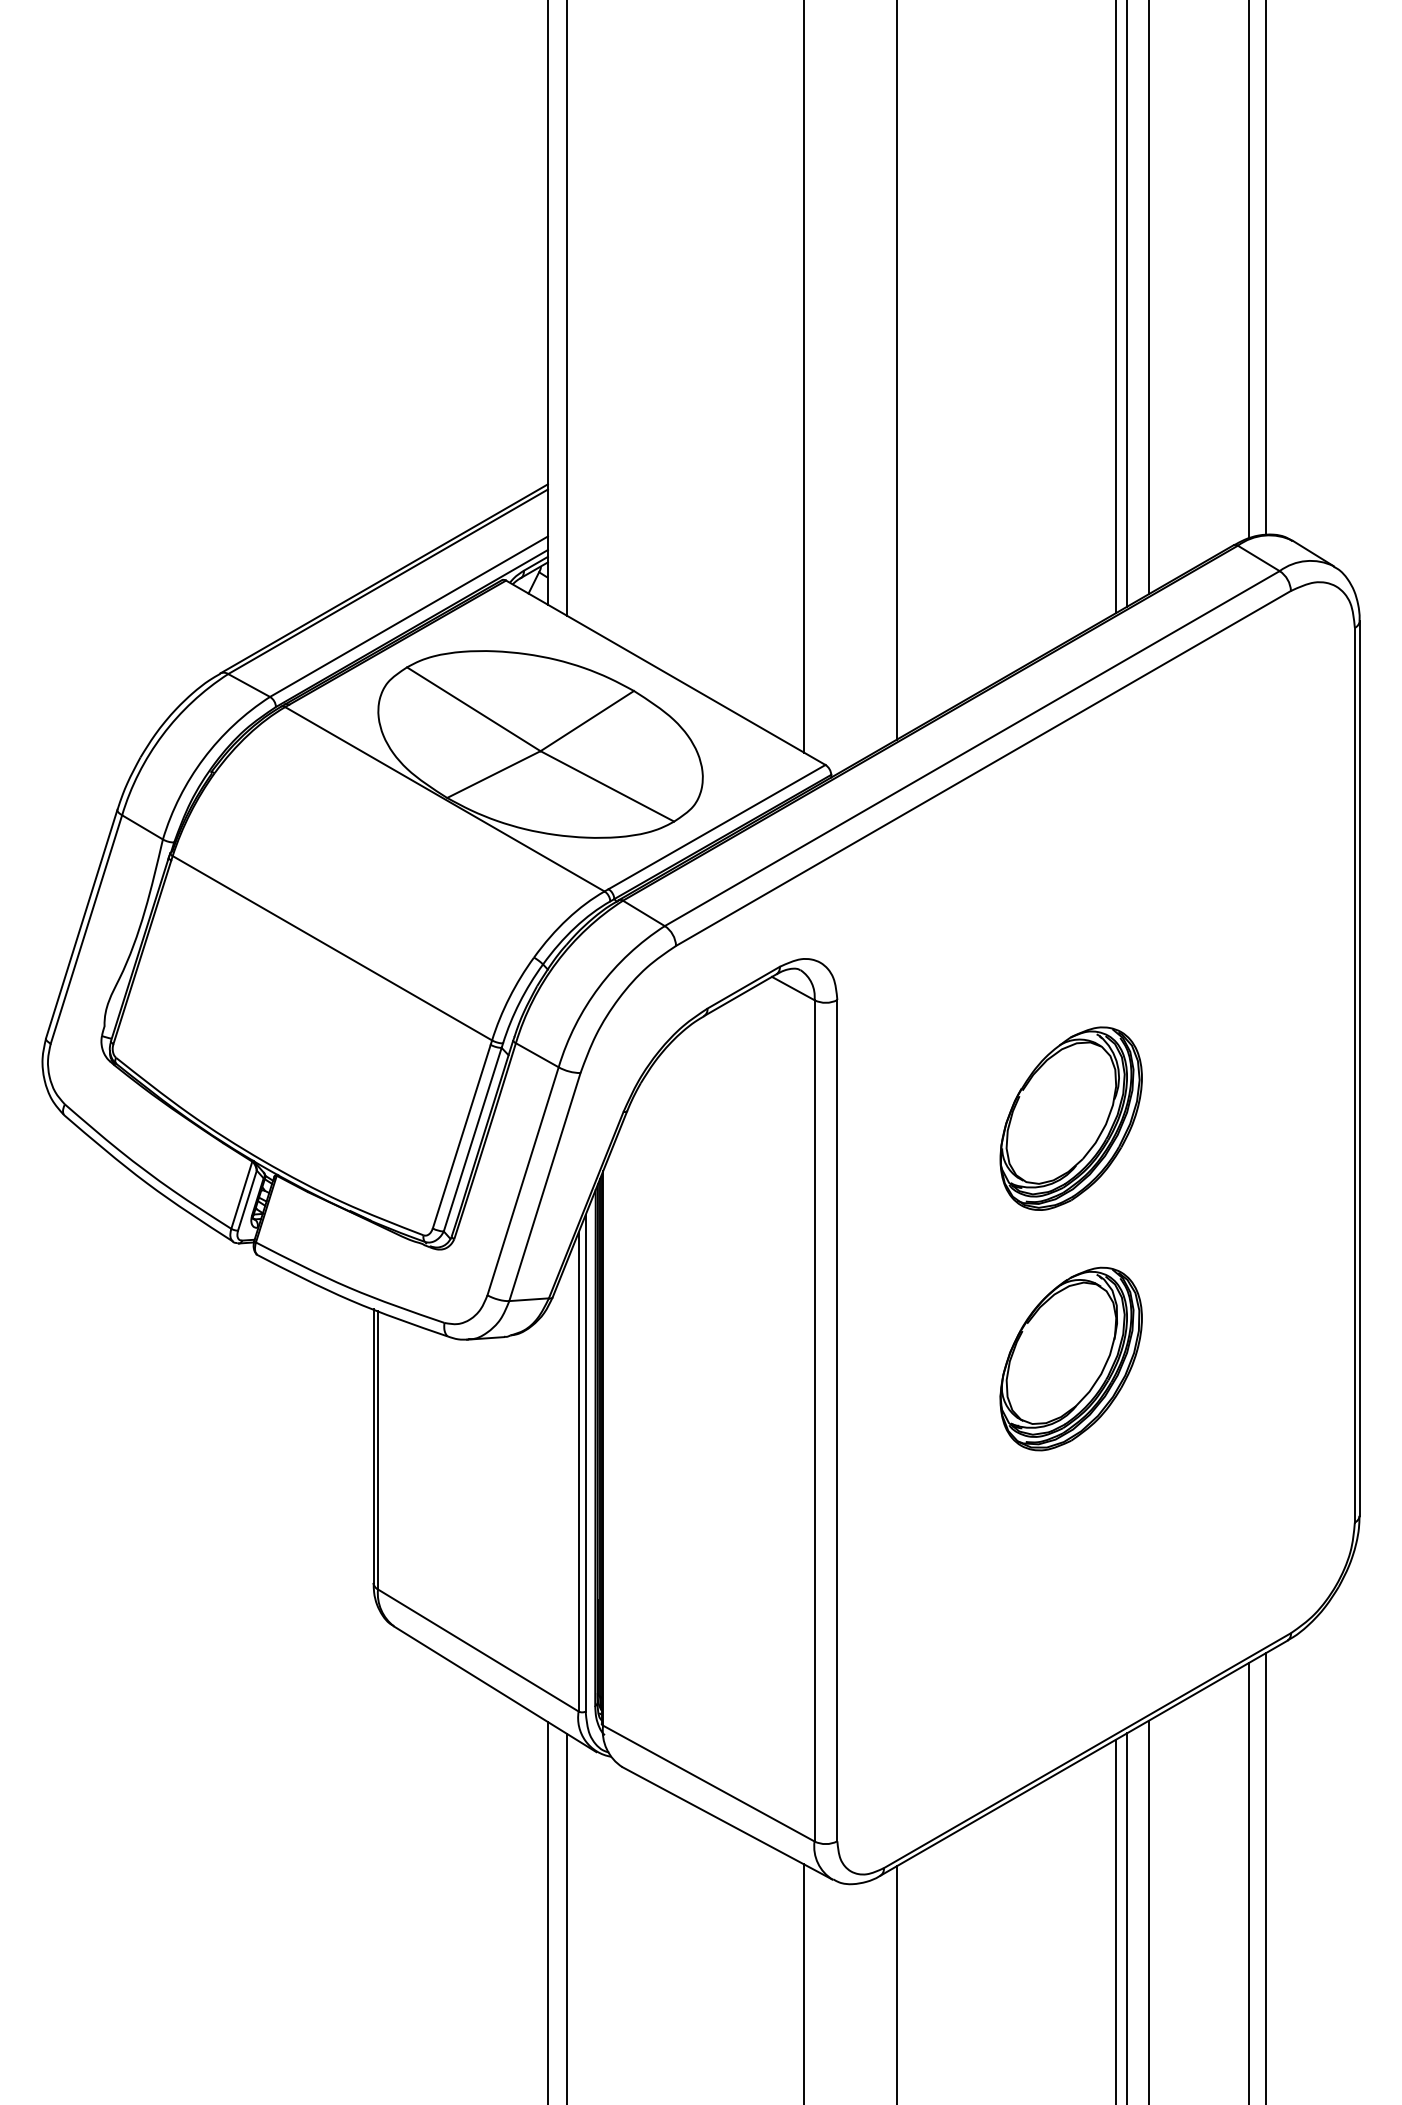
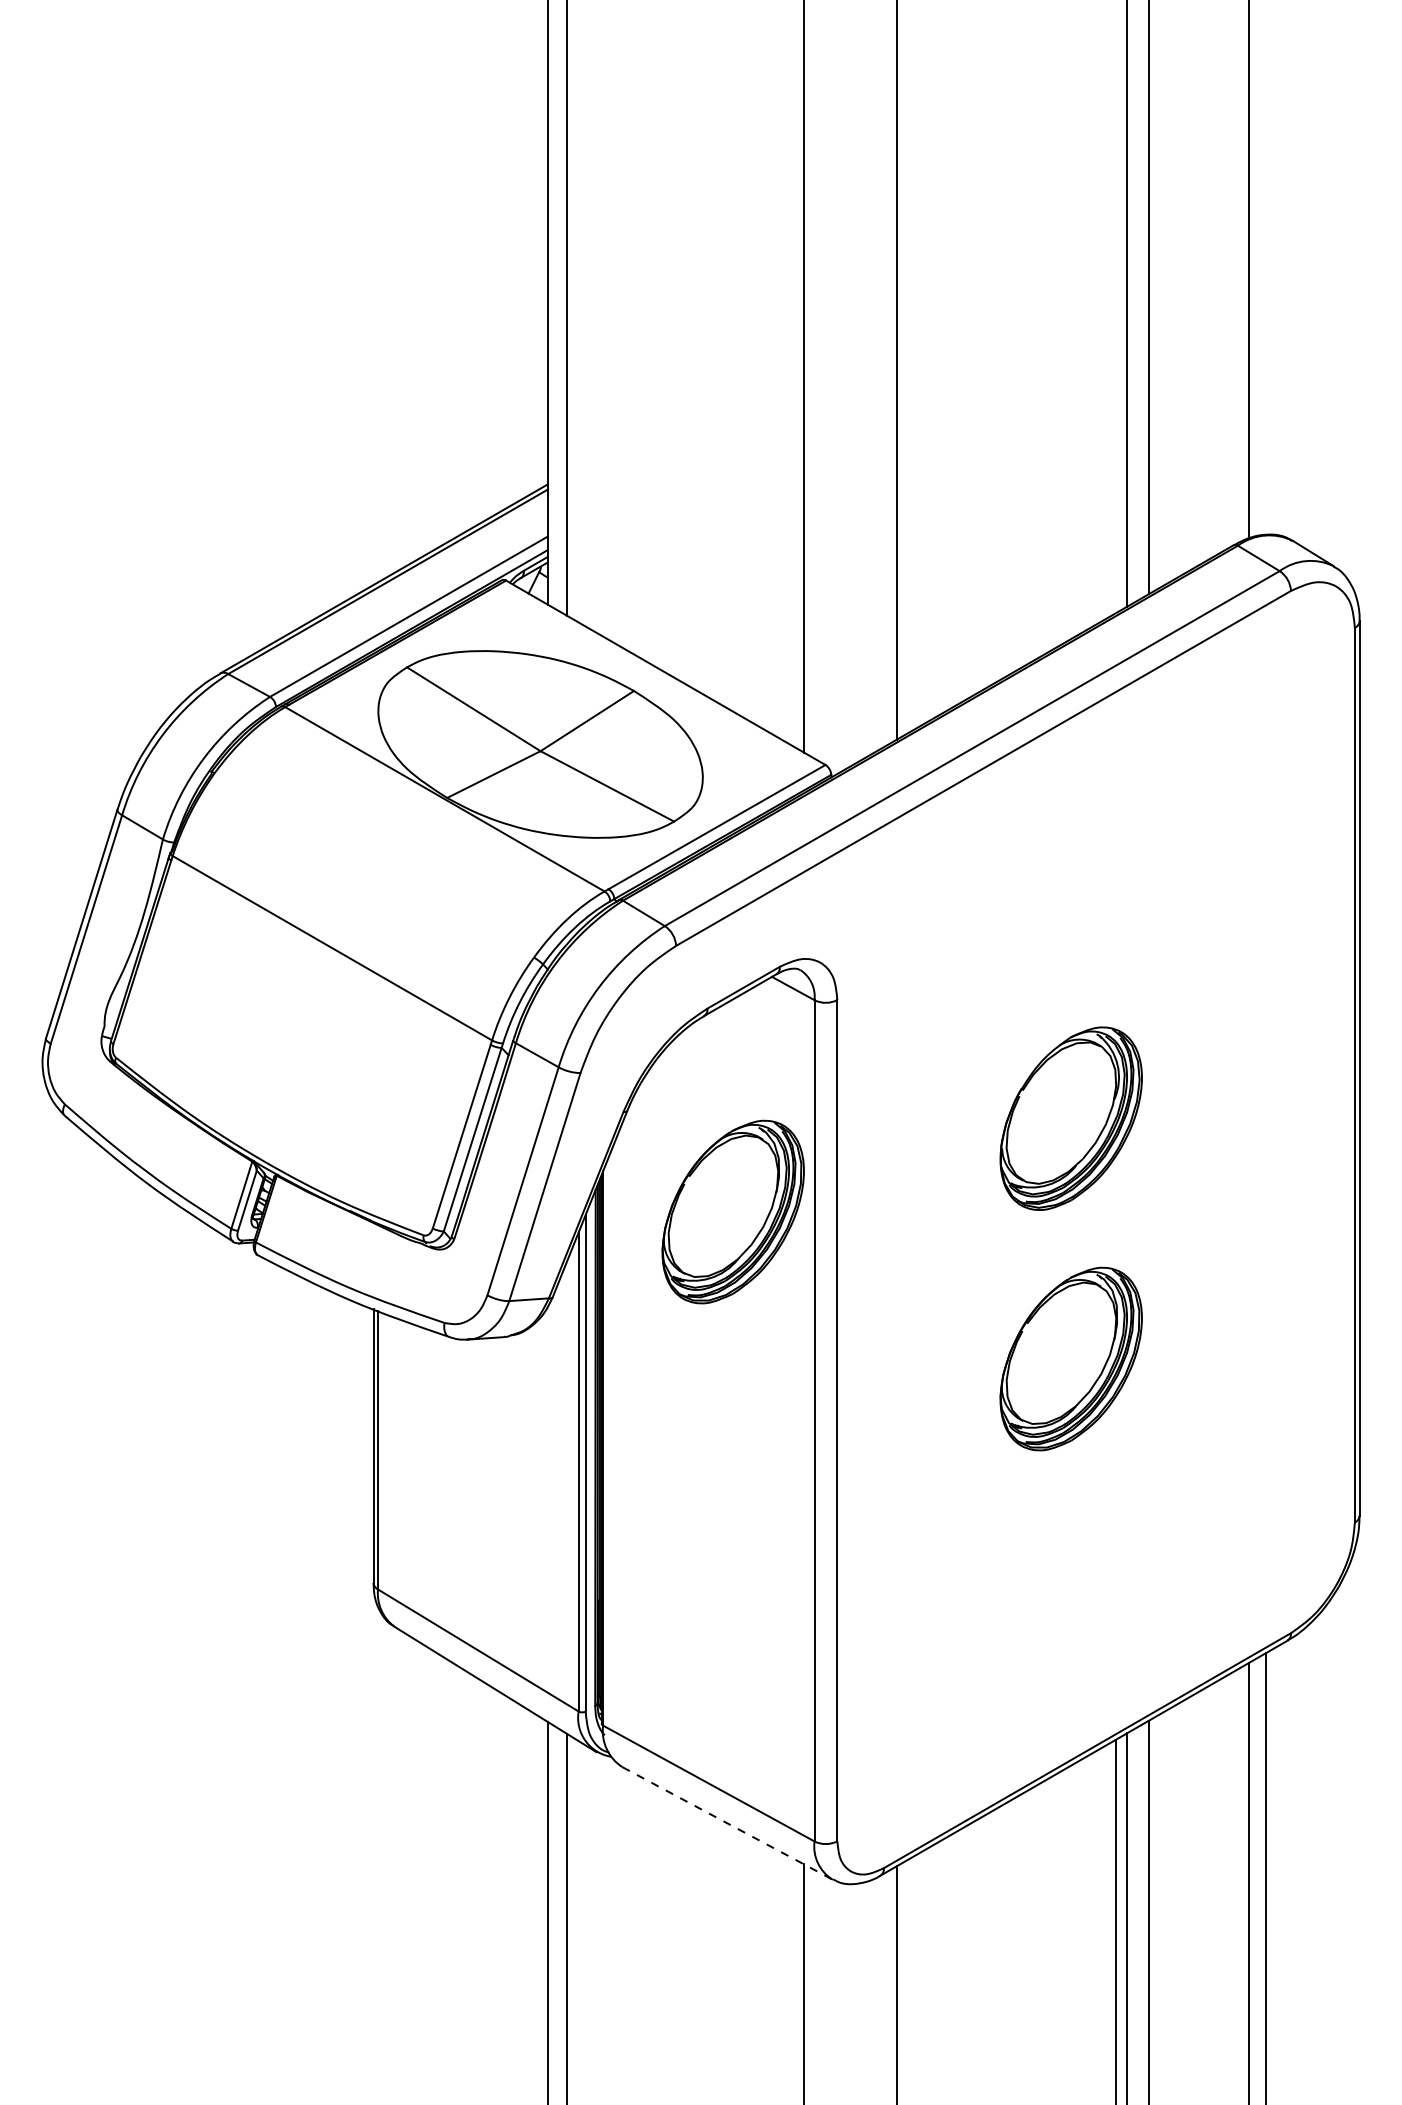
line at (1266, 268): present -> none
line at (1116, 307): present -> none
part at (732, 1211): none -> present
line at (727, 1823): solid -> dashed
